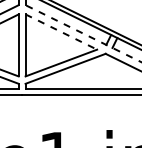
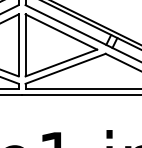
line at (61, 32): dashed -> solid
line at (82, 33): dashed -> solid
